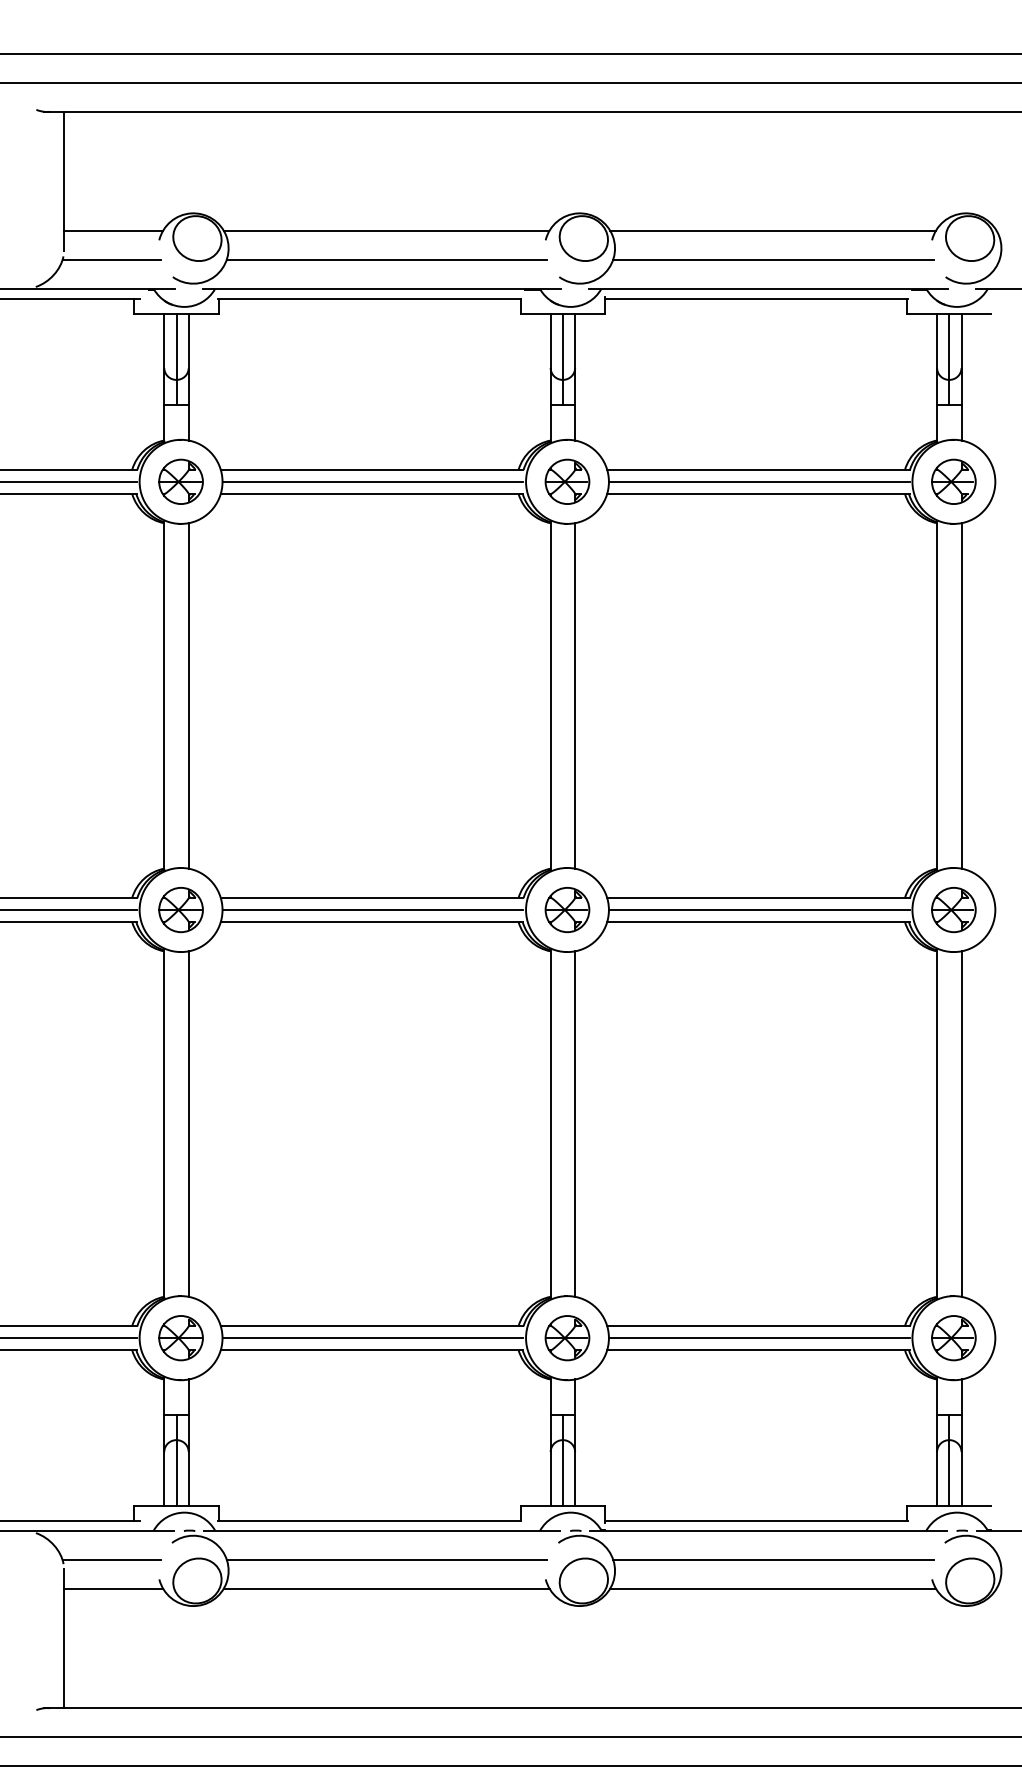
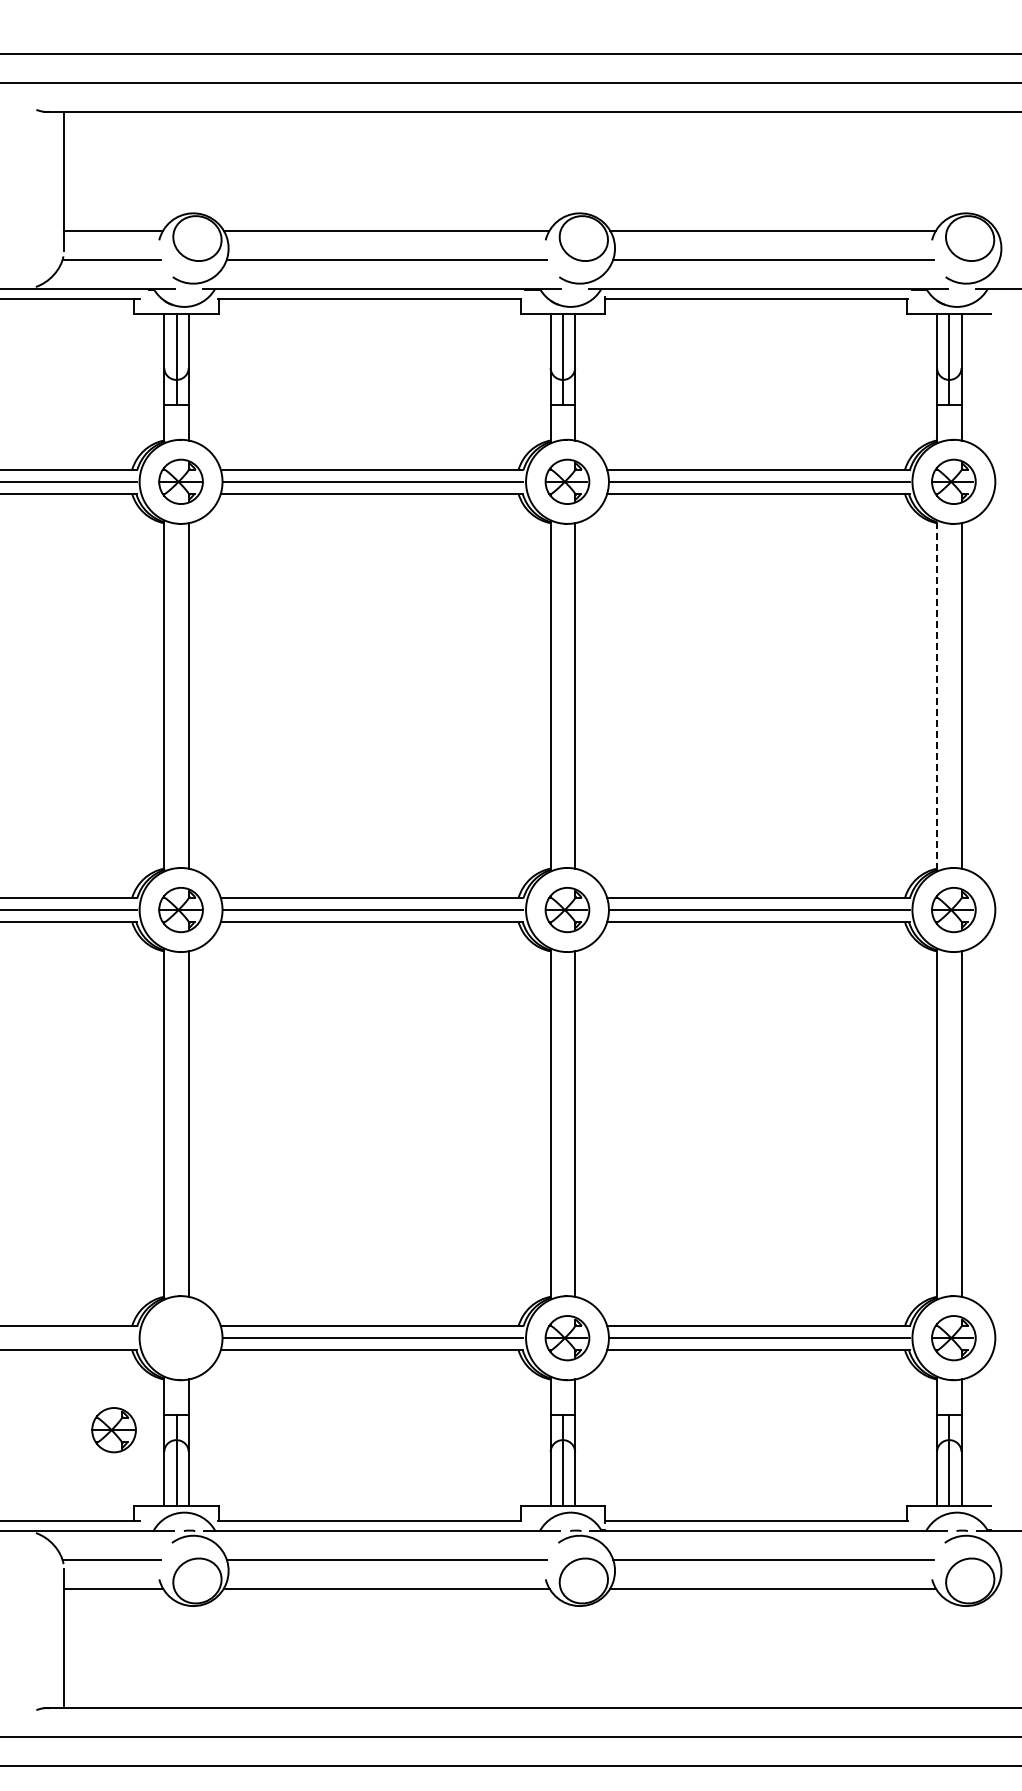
line at (937, 695): solid -> dashed
line at (69, 1338): present -> none
part at (180, 1338) position: (180, 1338) -> (113, 1430)
